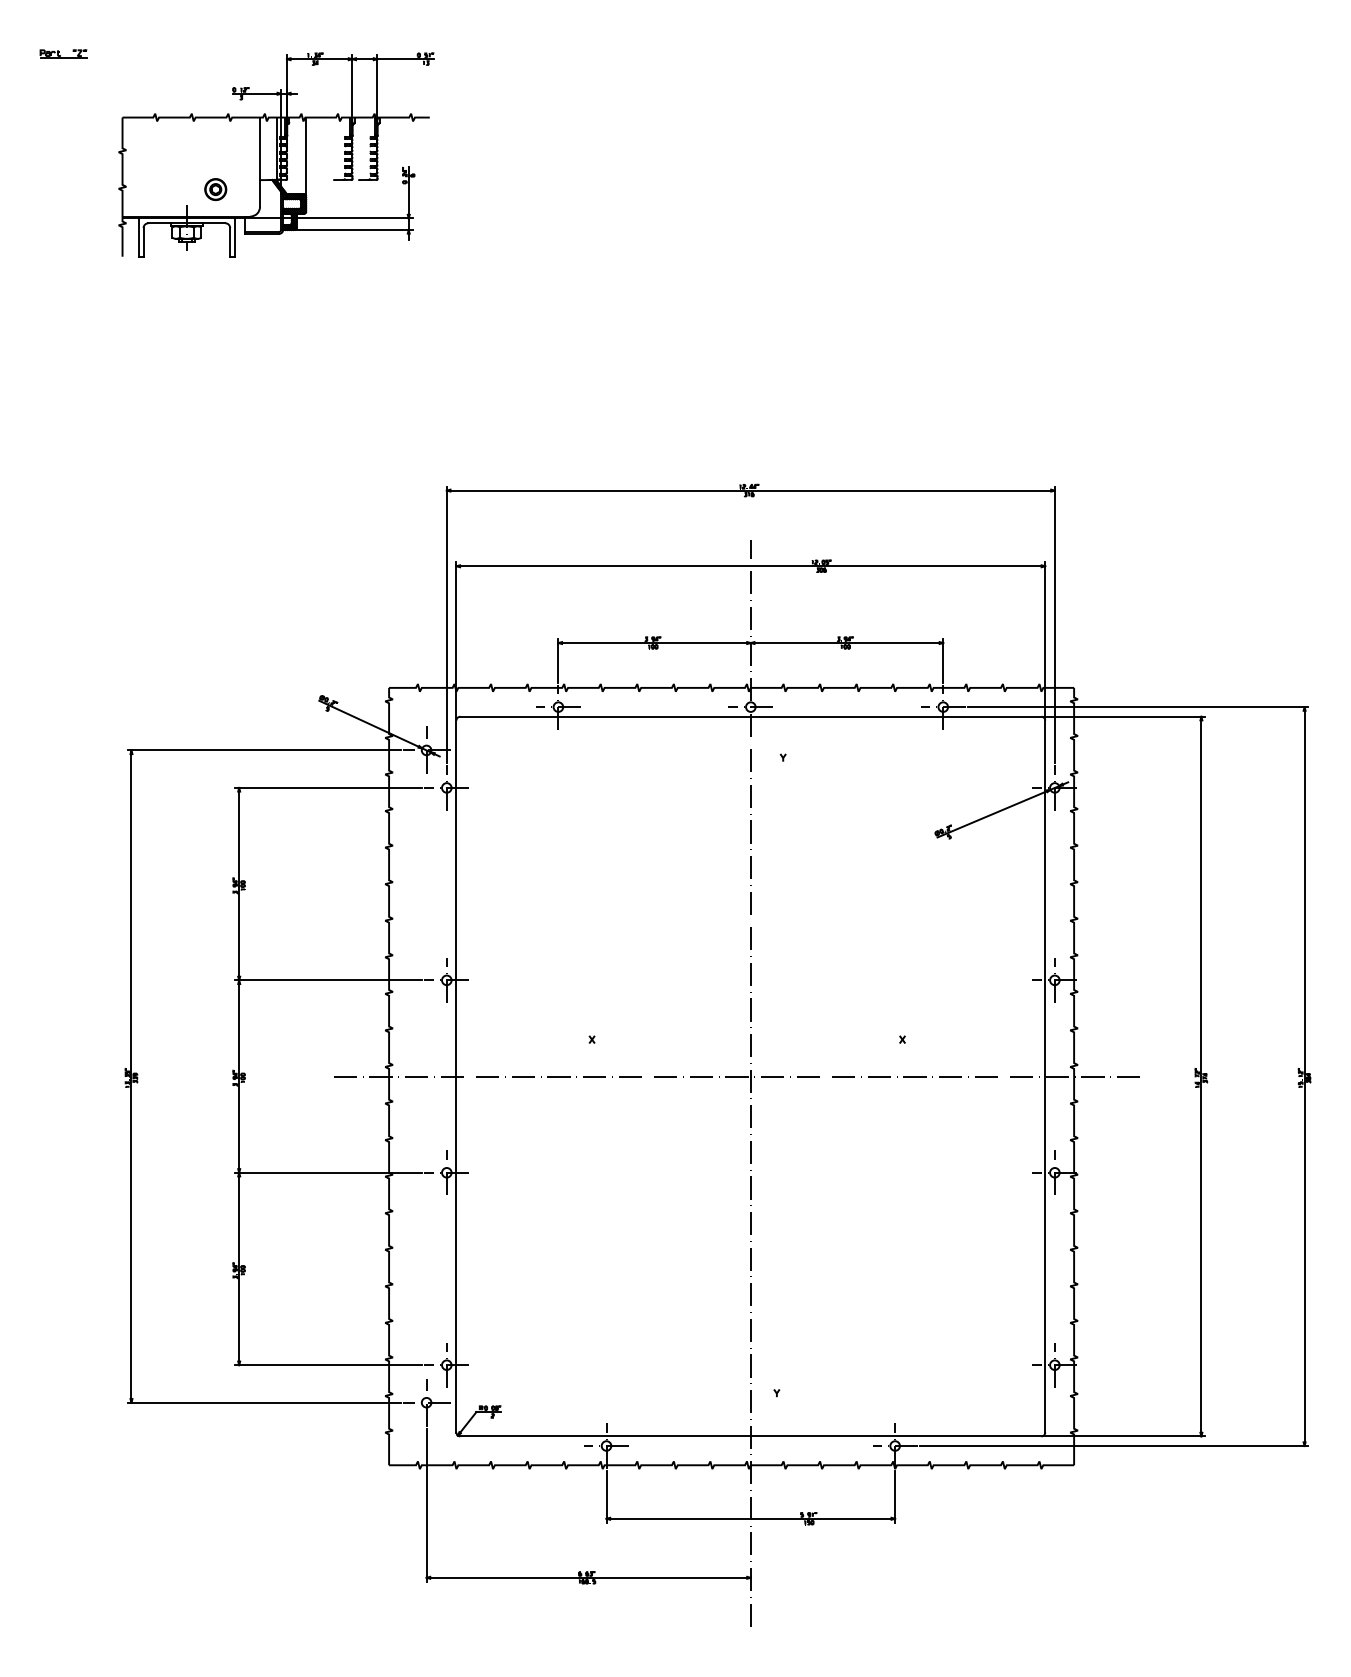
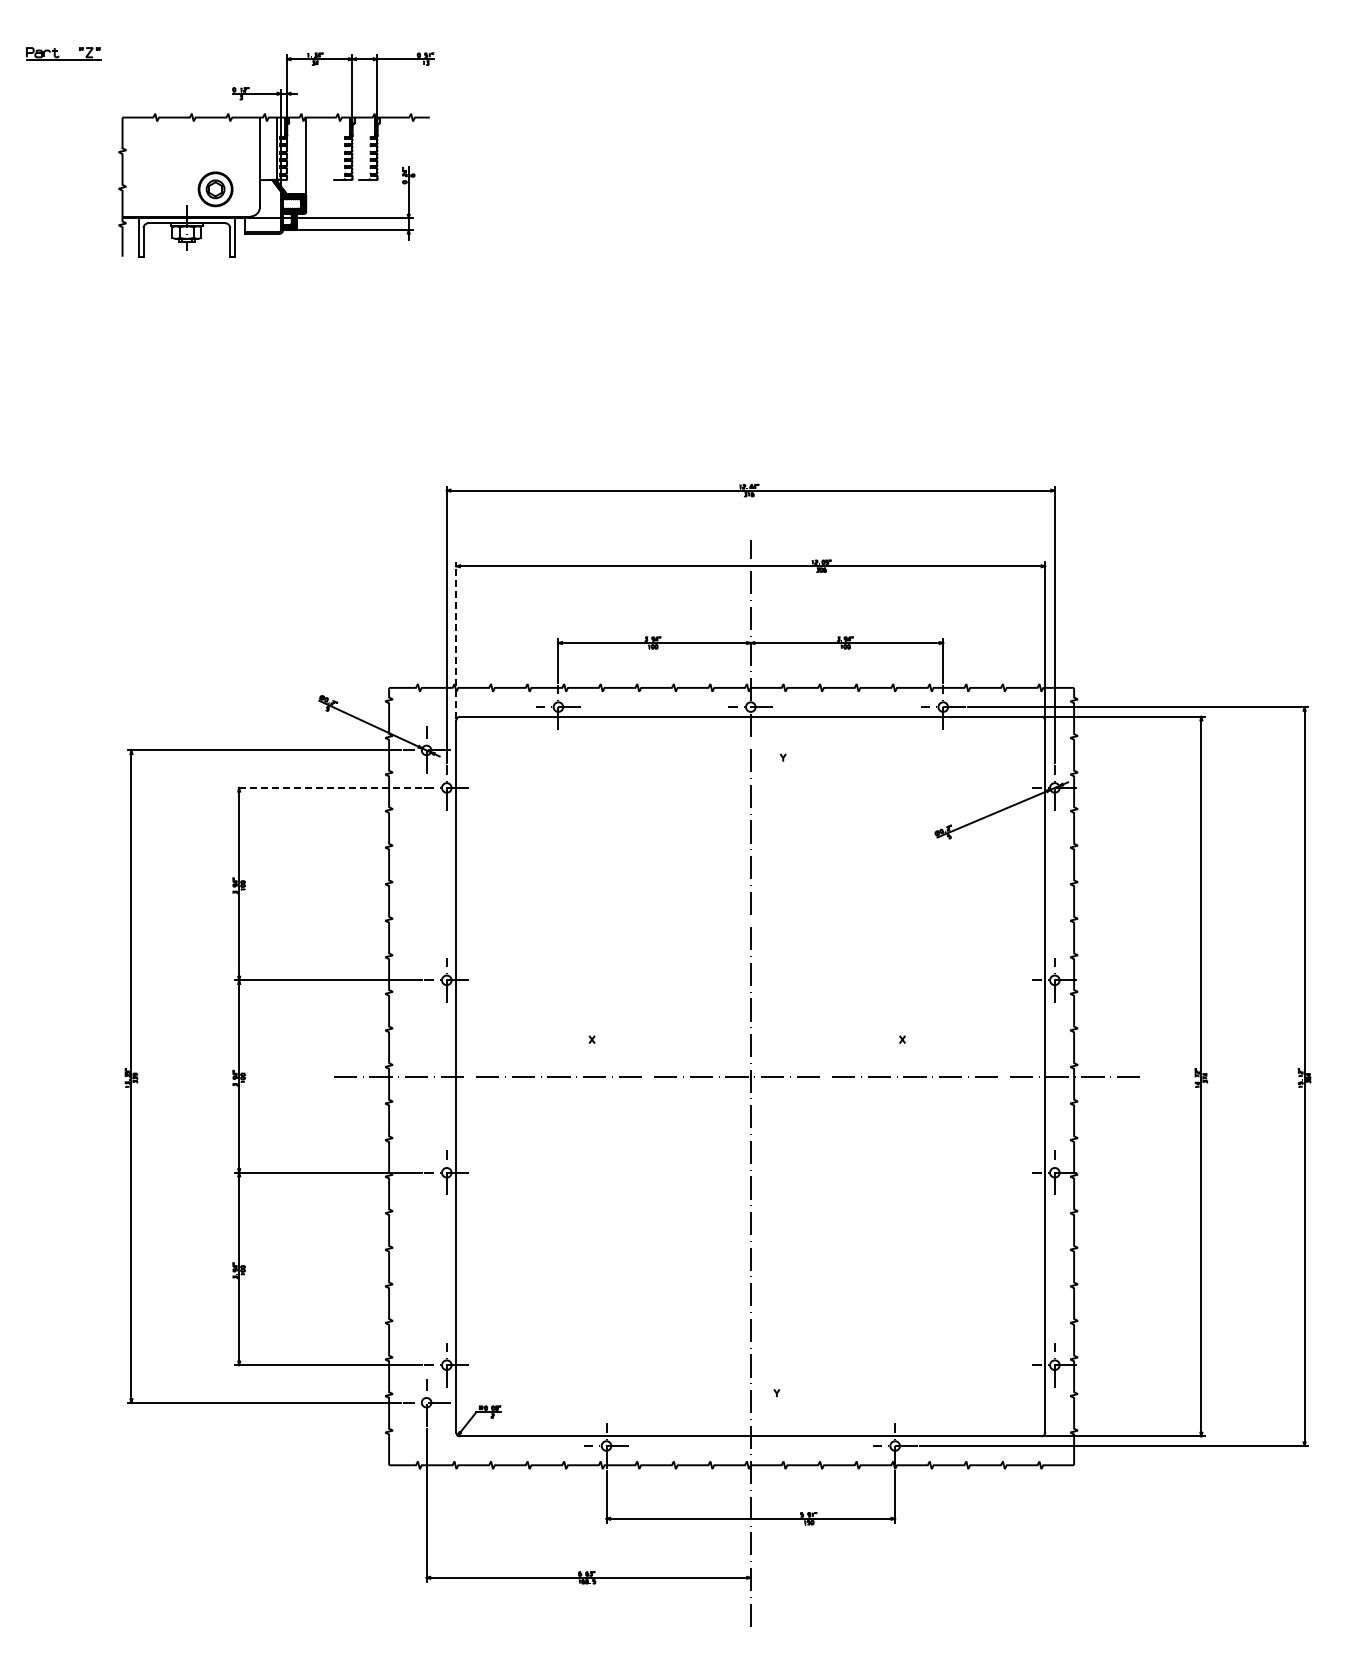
part at (63, 53) size: 49x10 px -> 76x14 px
part at (215, 189) size: 24x24 px -> 37x37 px
line at (456, 640): solid -> dashed
line at (328, 787): solid -> dashed
